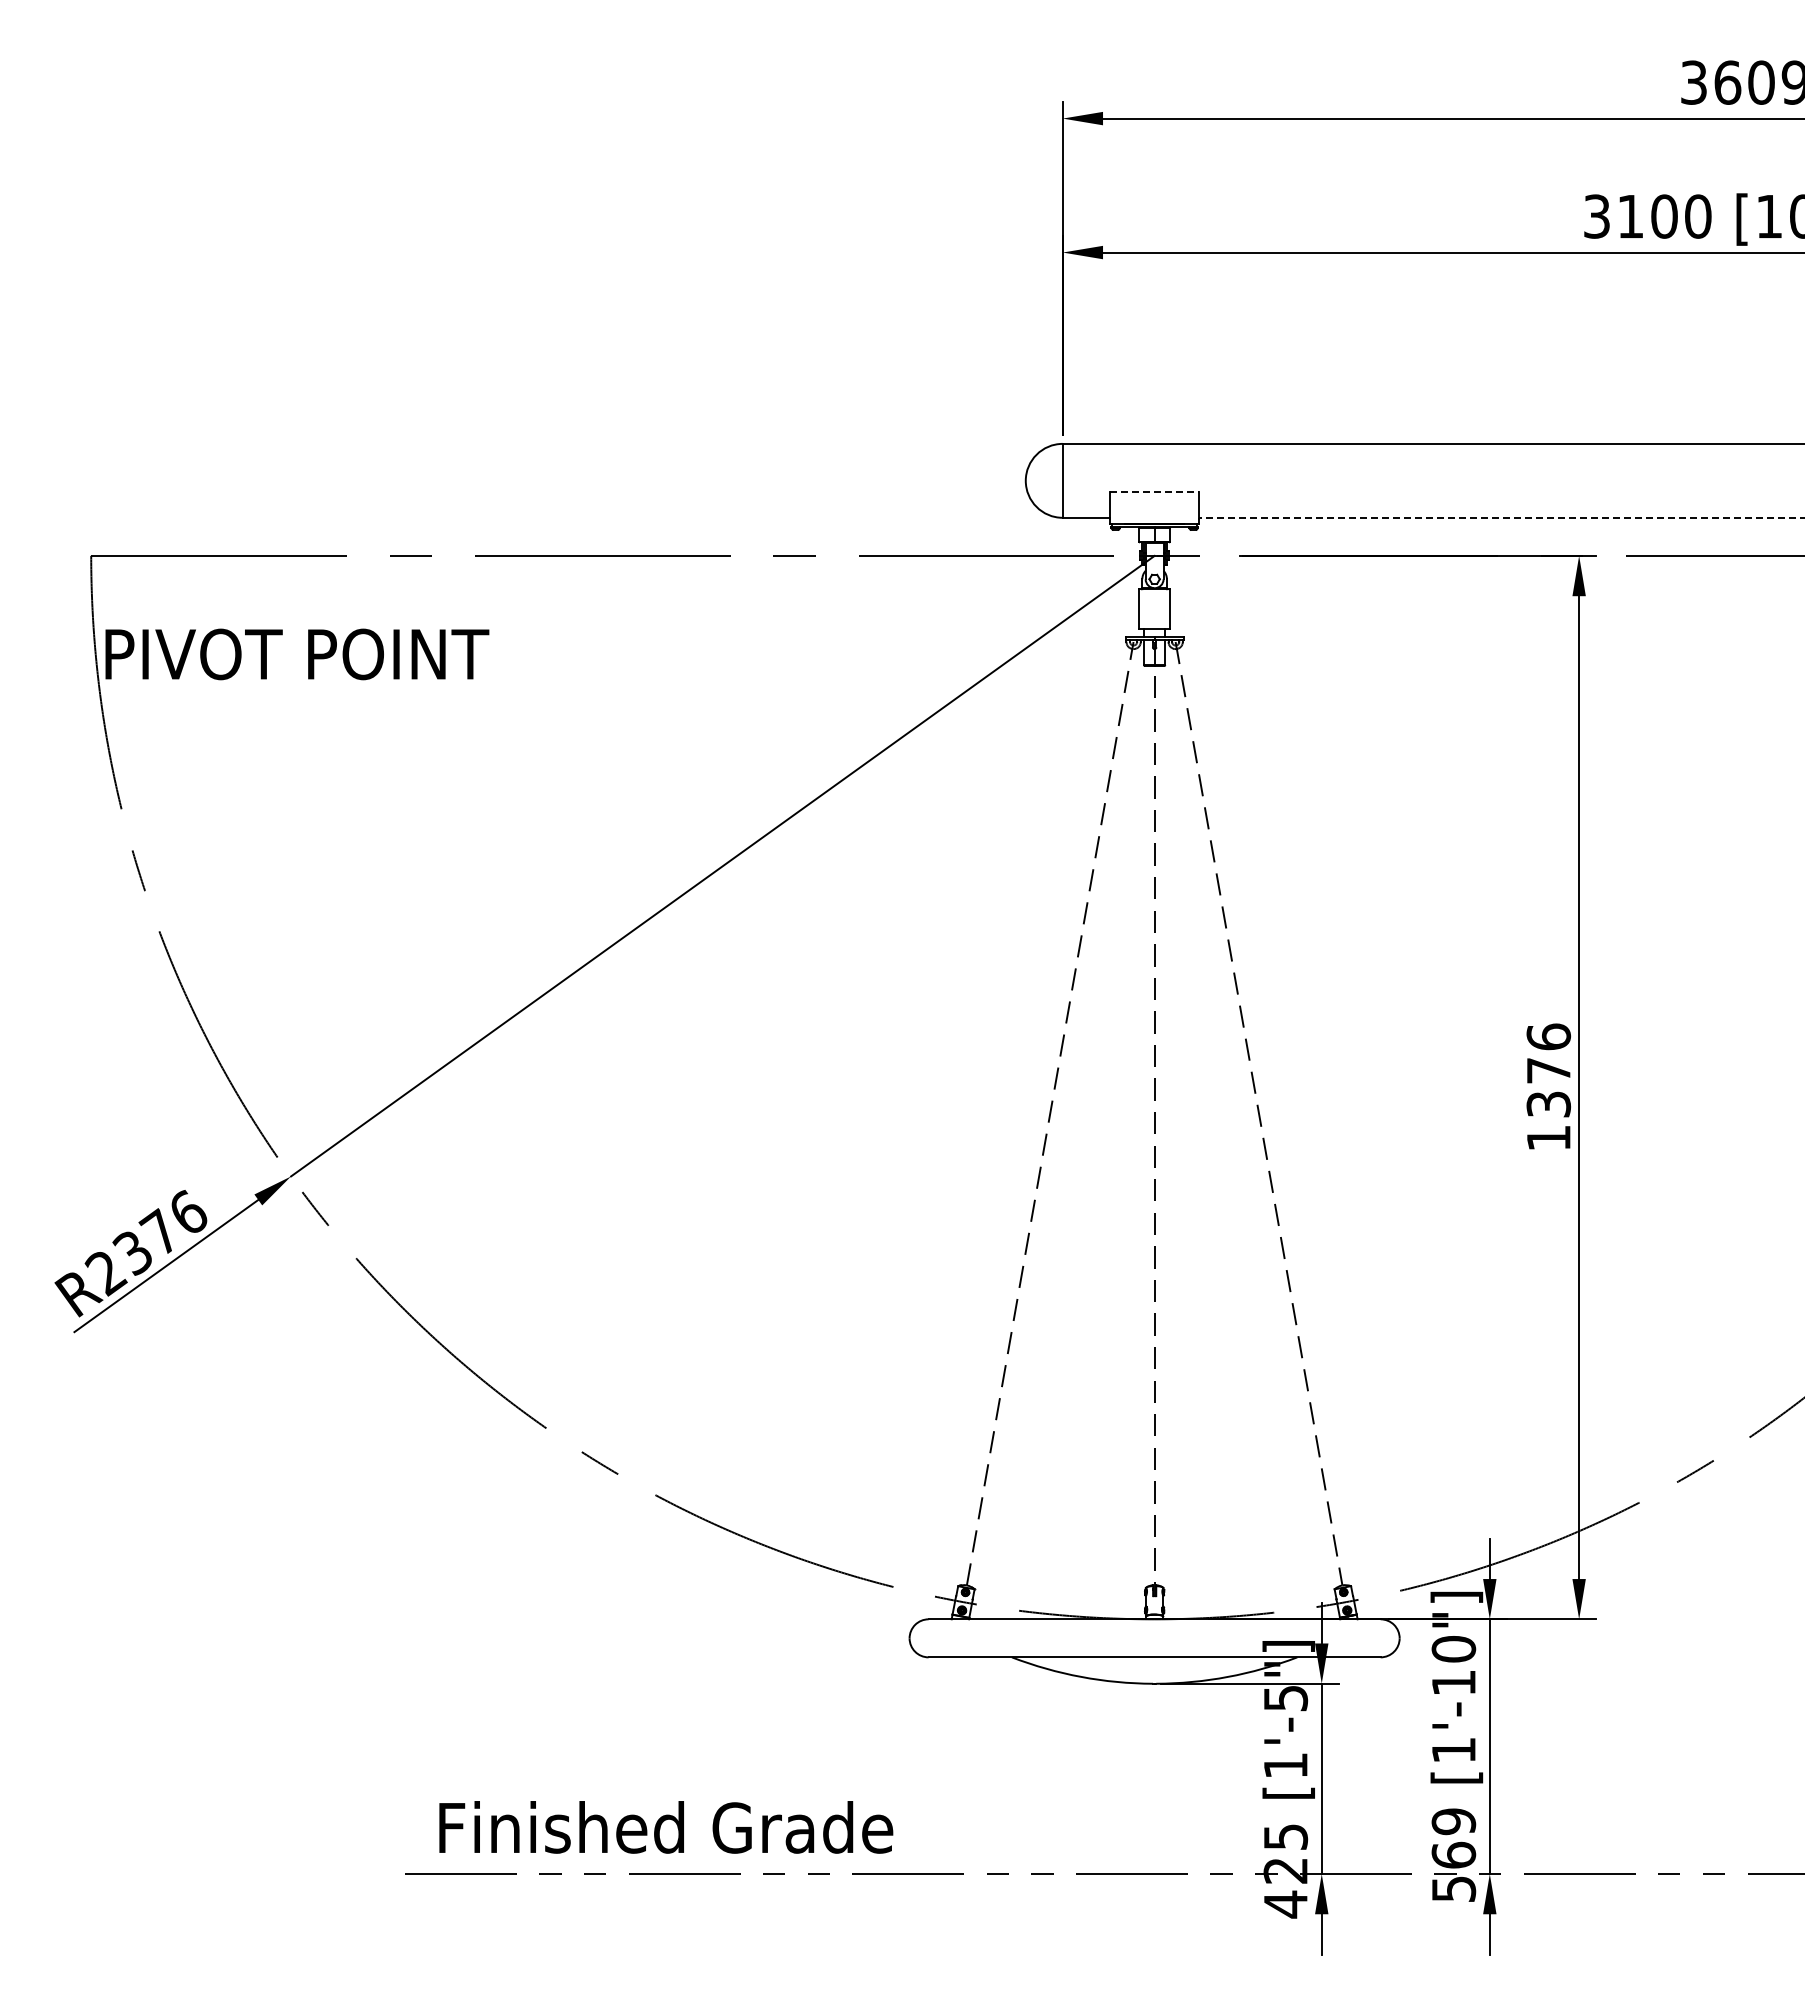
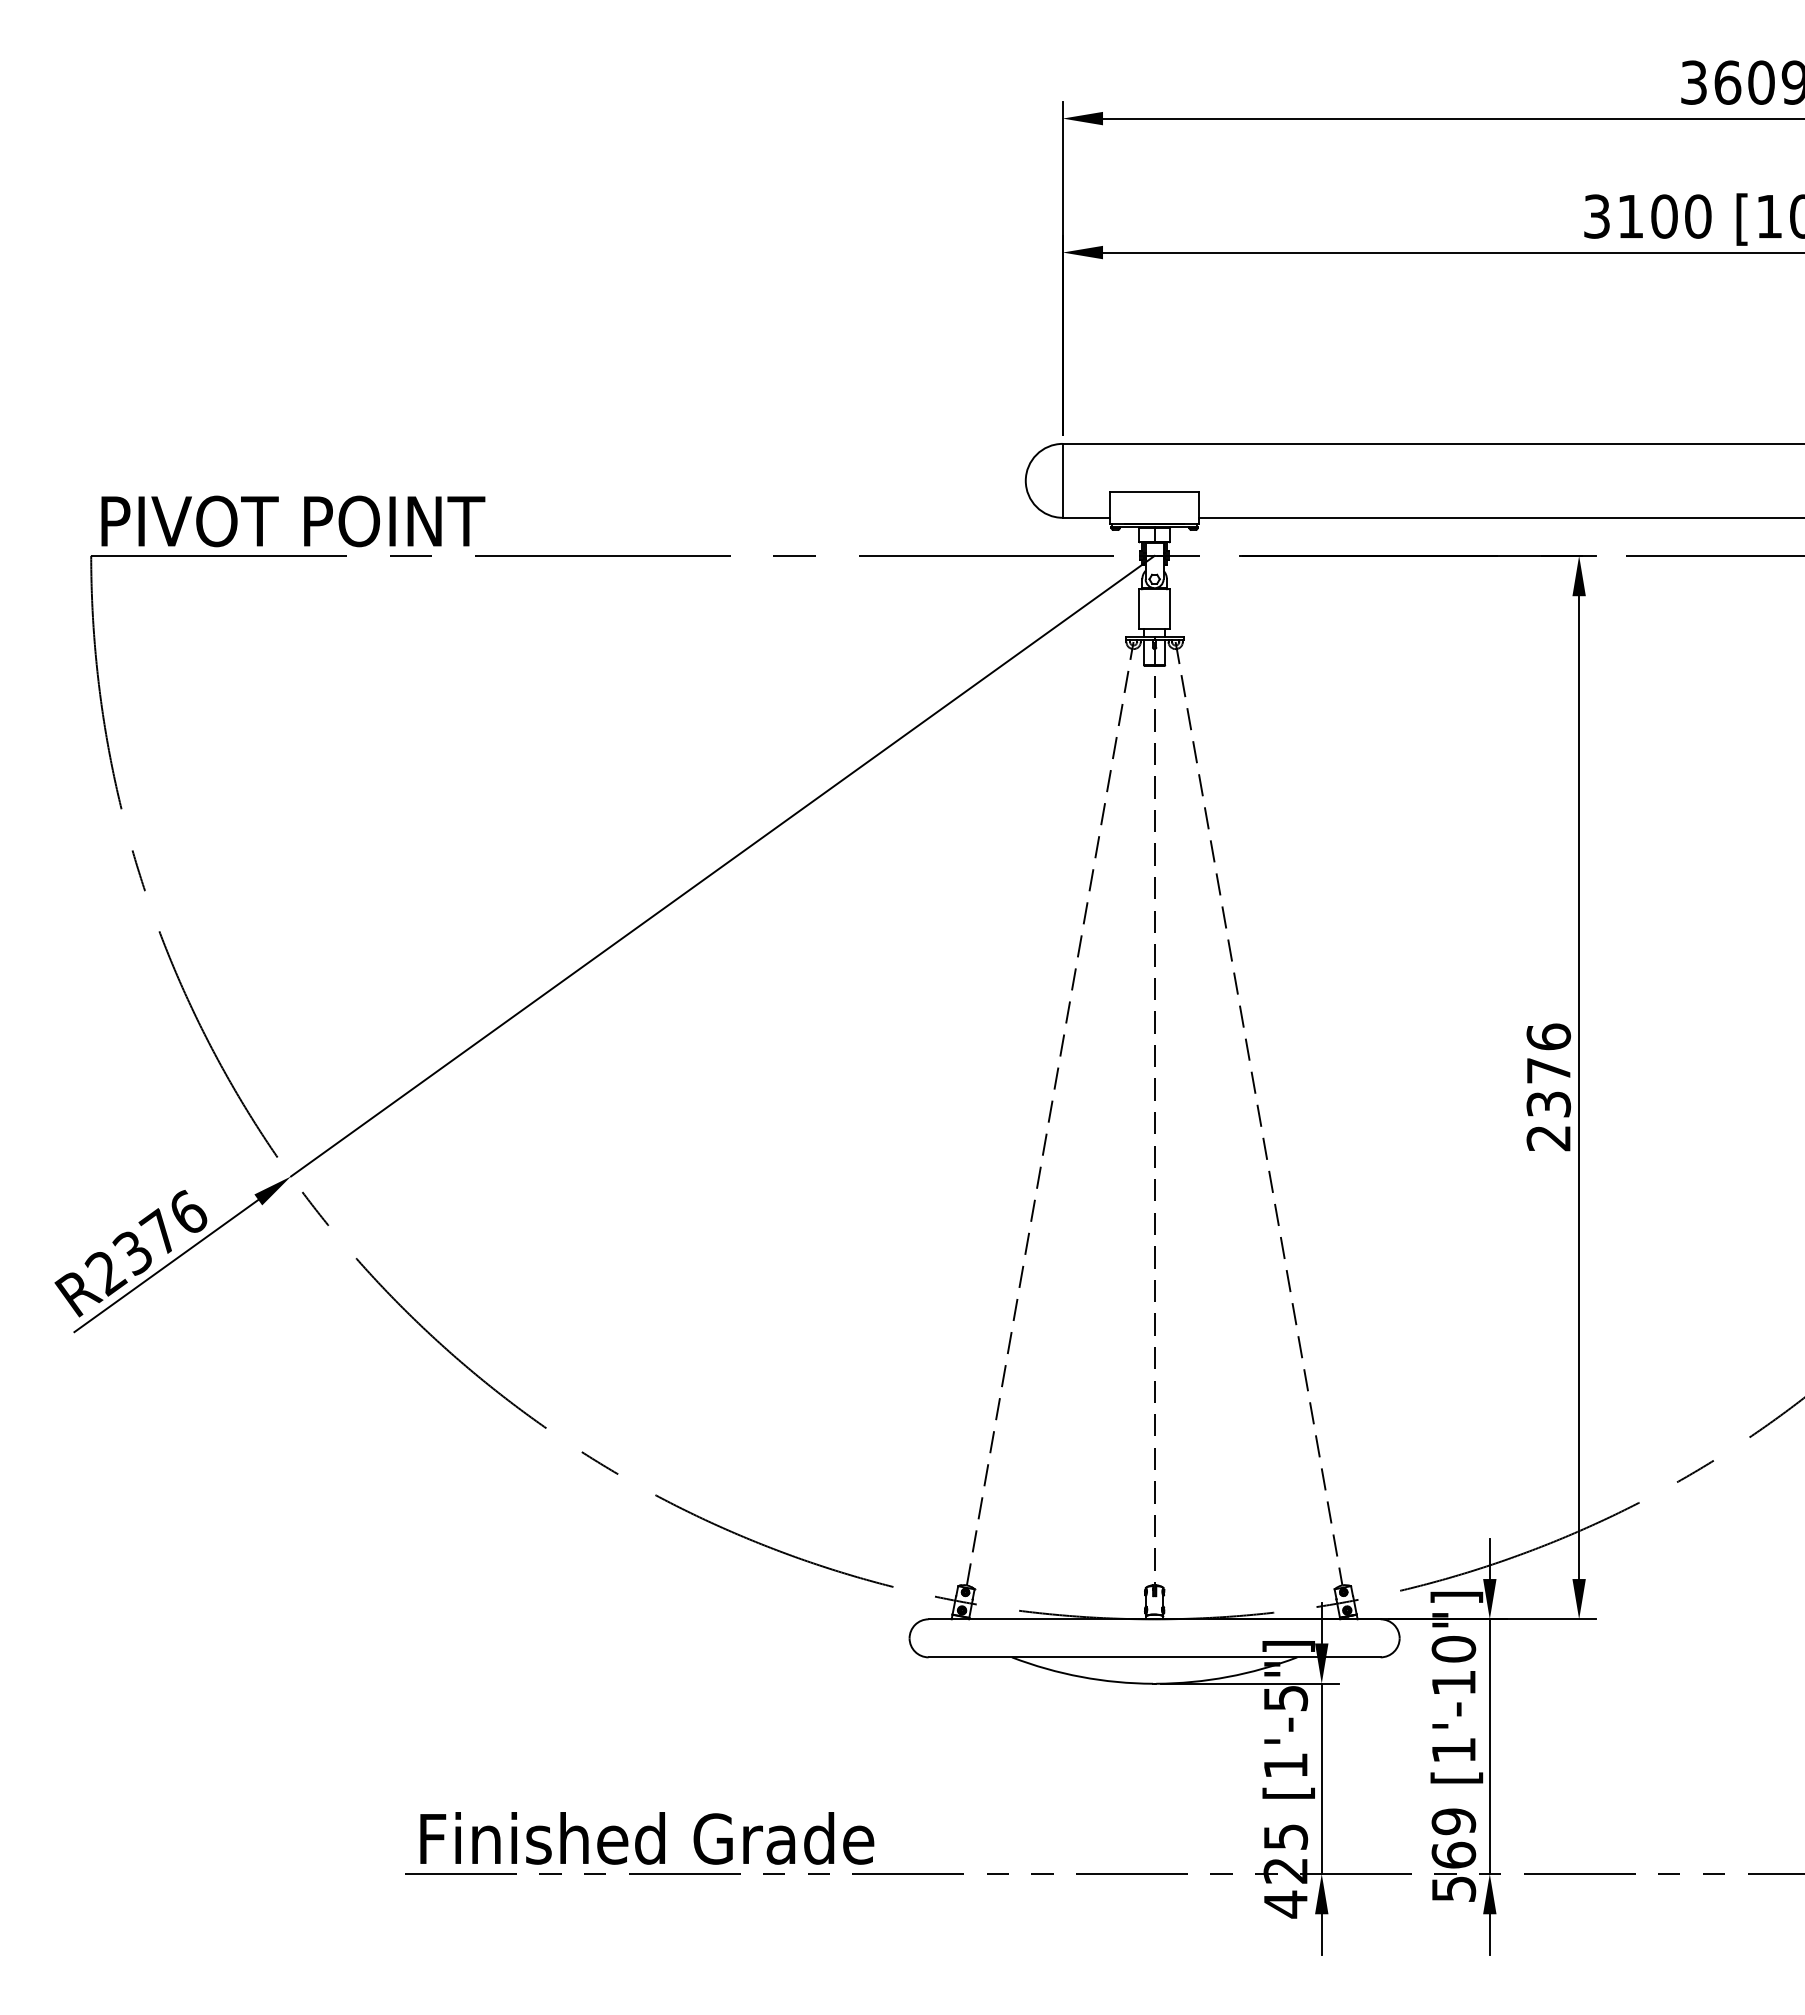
line at (1154, 492): dashed -> solid
line at (1501, 517): dashed -> solid
text at (297, 654) position: (297, 654) -> (293, 521)
text at (1548, 1138): 1376 -> 2376
text at (666, 1827) position: (666, 1827) -> (647, 1838)
